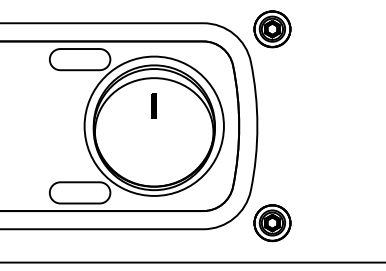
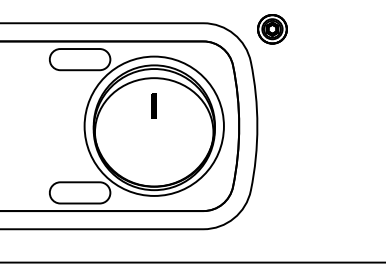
part at (272, 29) size: 39x39 px -> 31x31 px
part at (272, 223): present -> none
